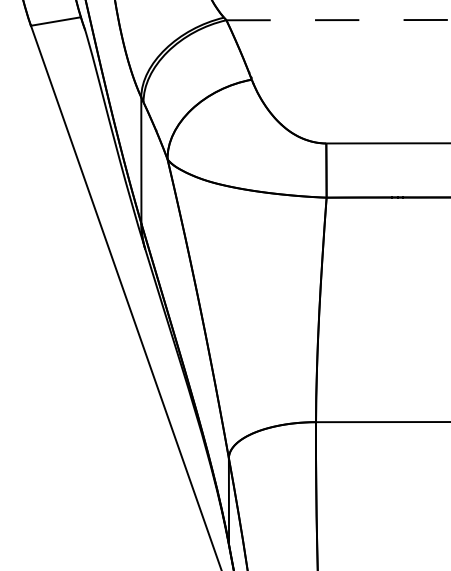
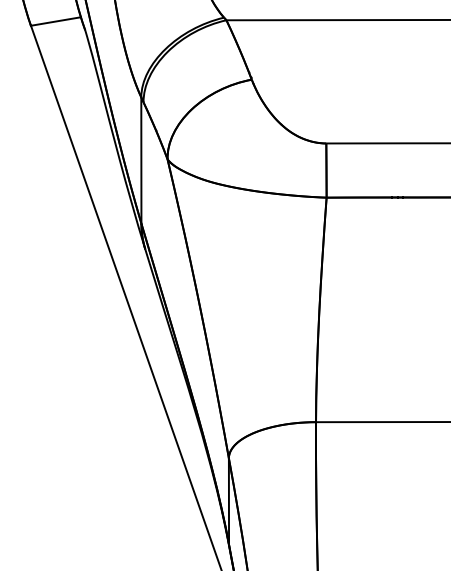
line at (338, 20): dashed -> solid
